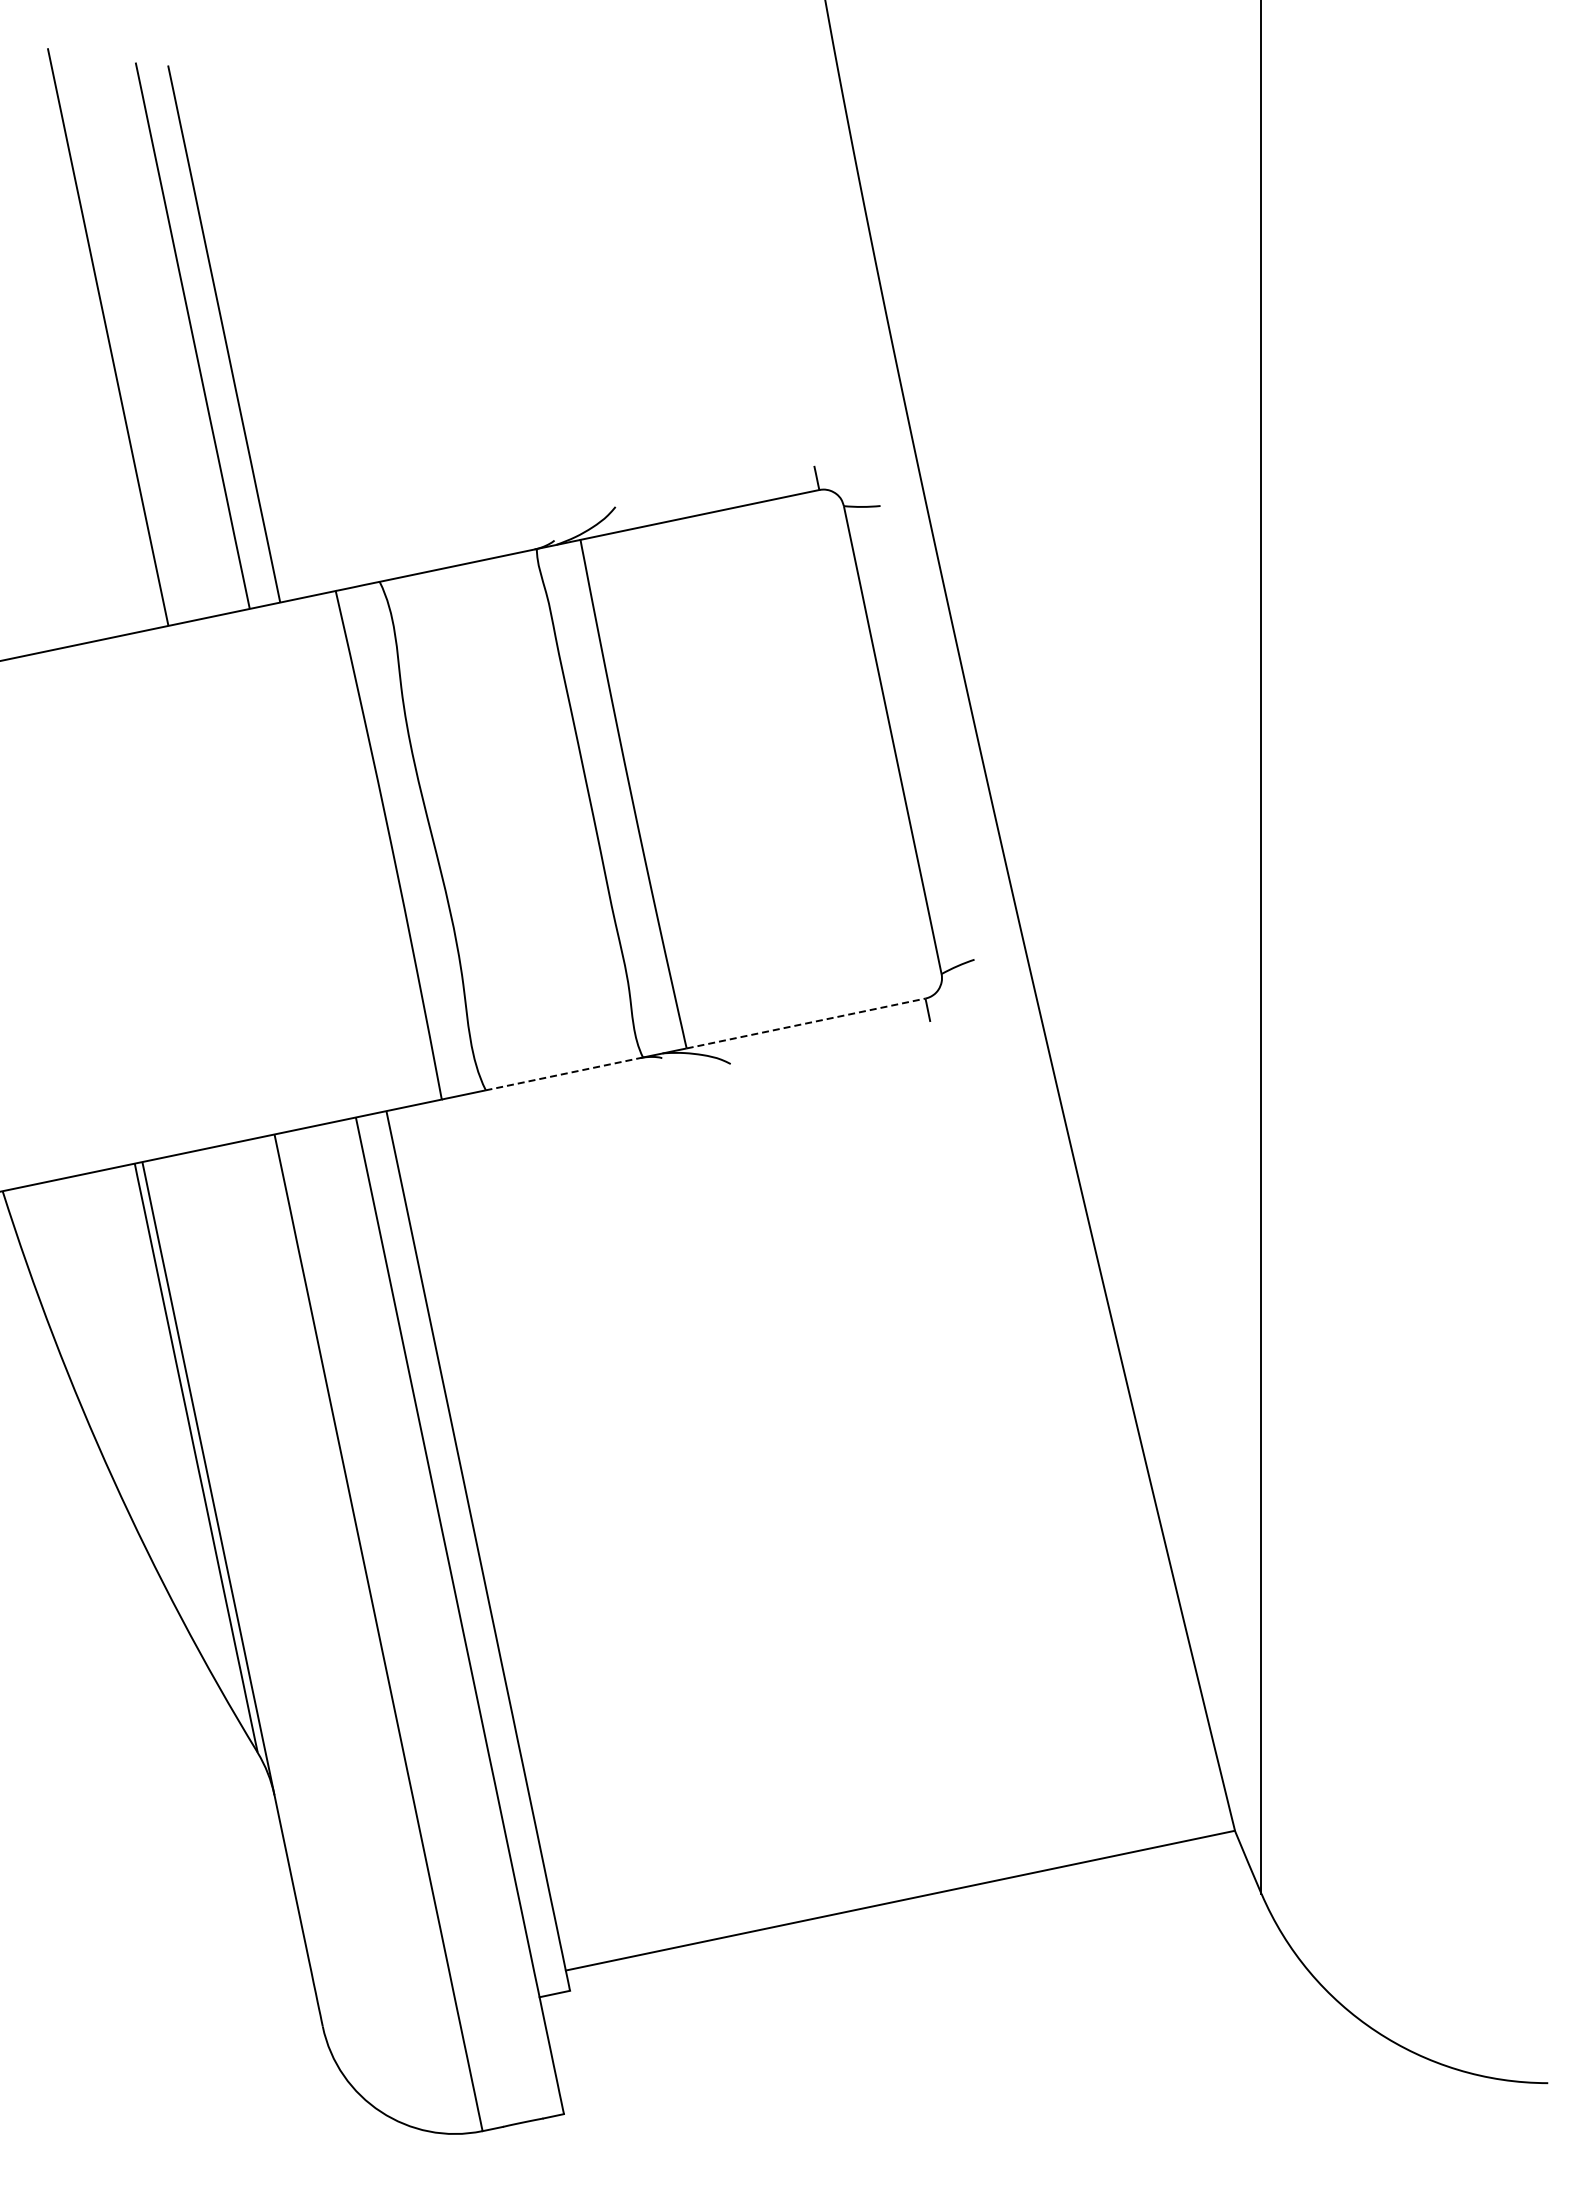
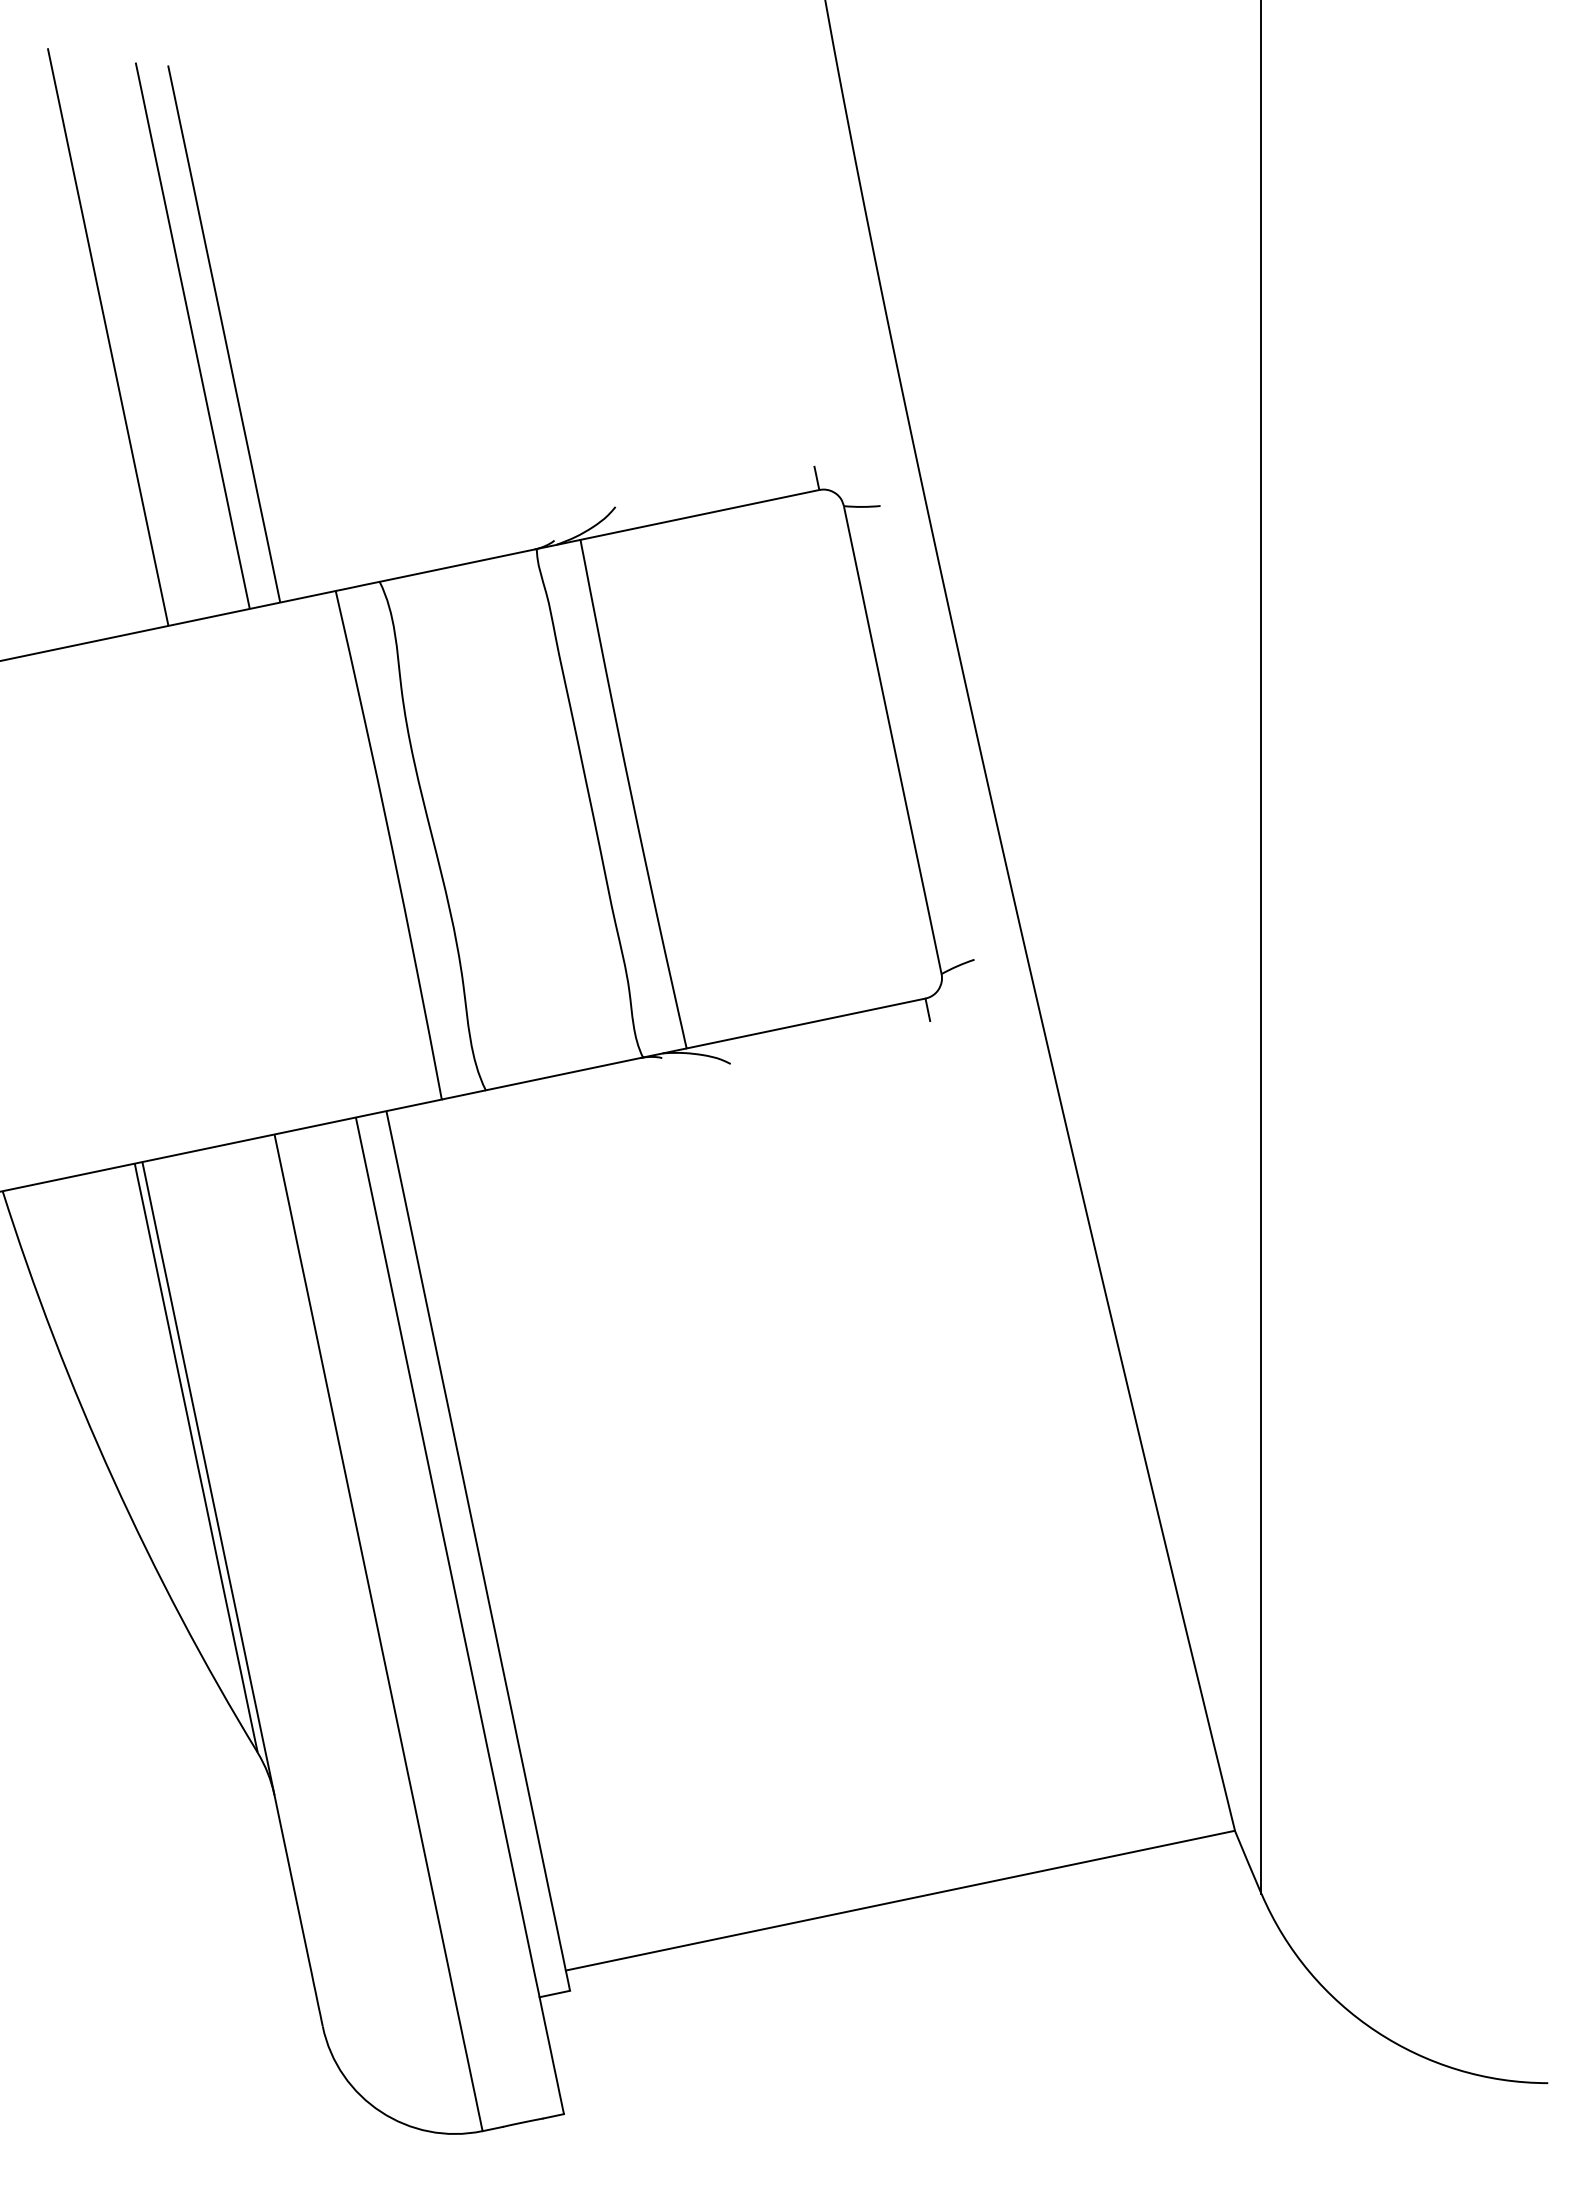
line at (806, 1023): dashed -> solid
line at (563, 1074): dashed -> solid
